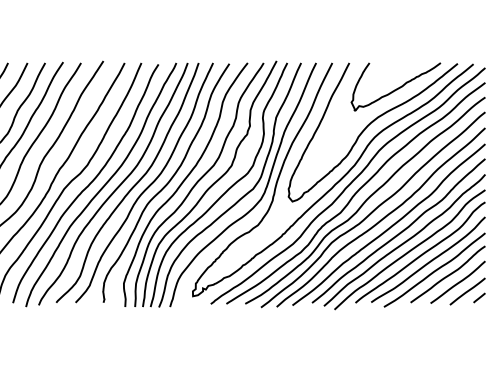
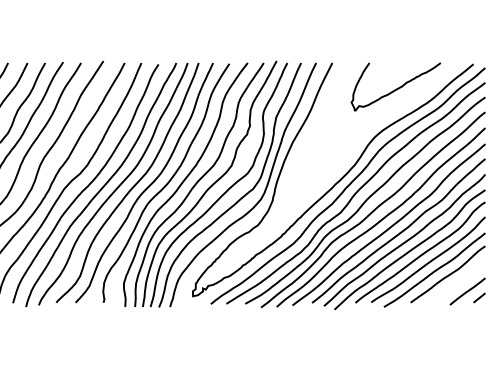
curve at (367, 127): present -> none
curve at (458, 281): present -> none
